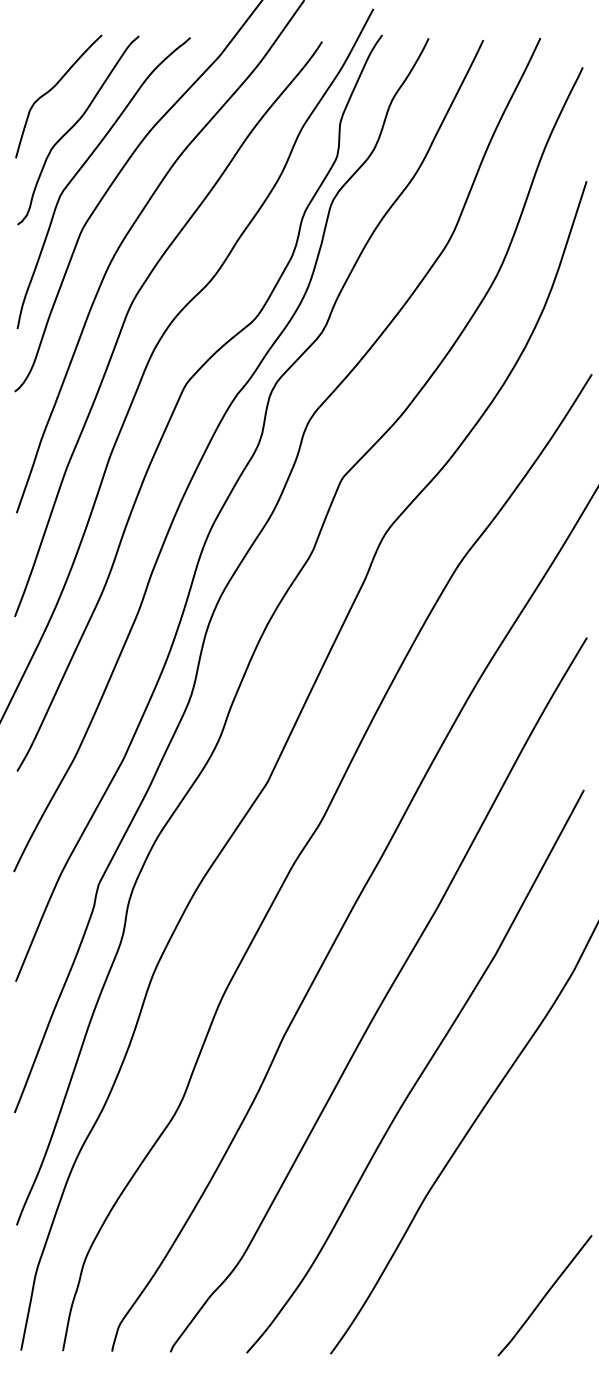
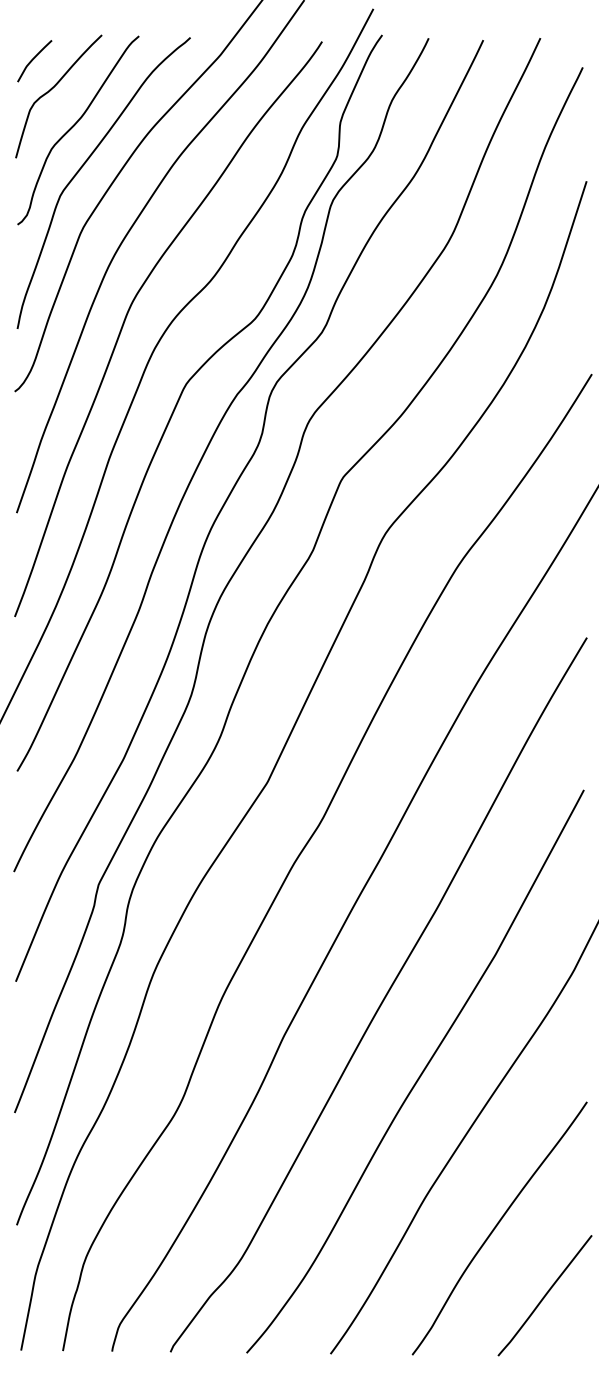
curve at (33, 60): none -> present
curve at (497, 1226): none -> present
